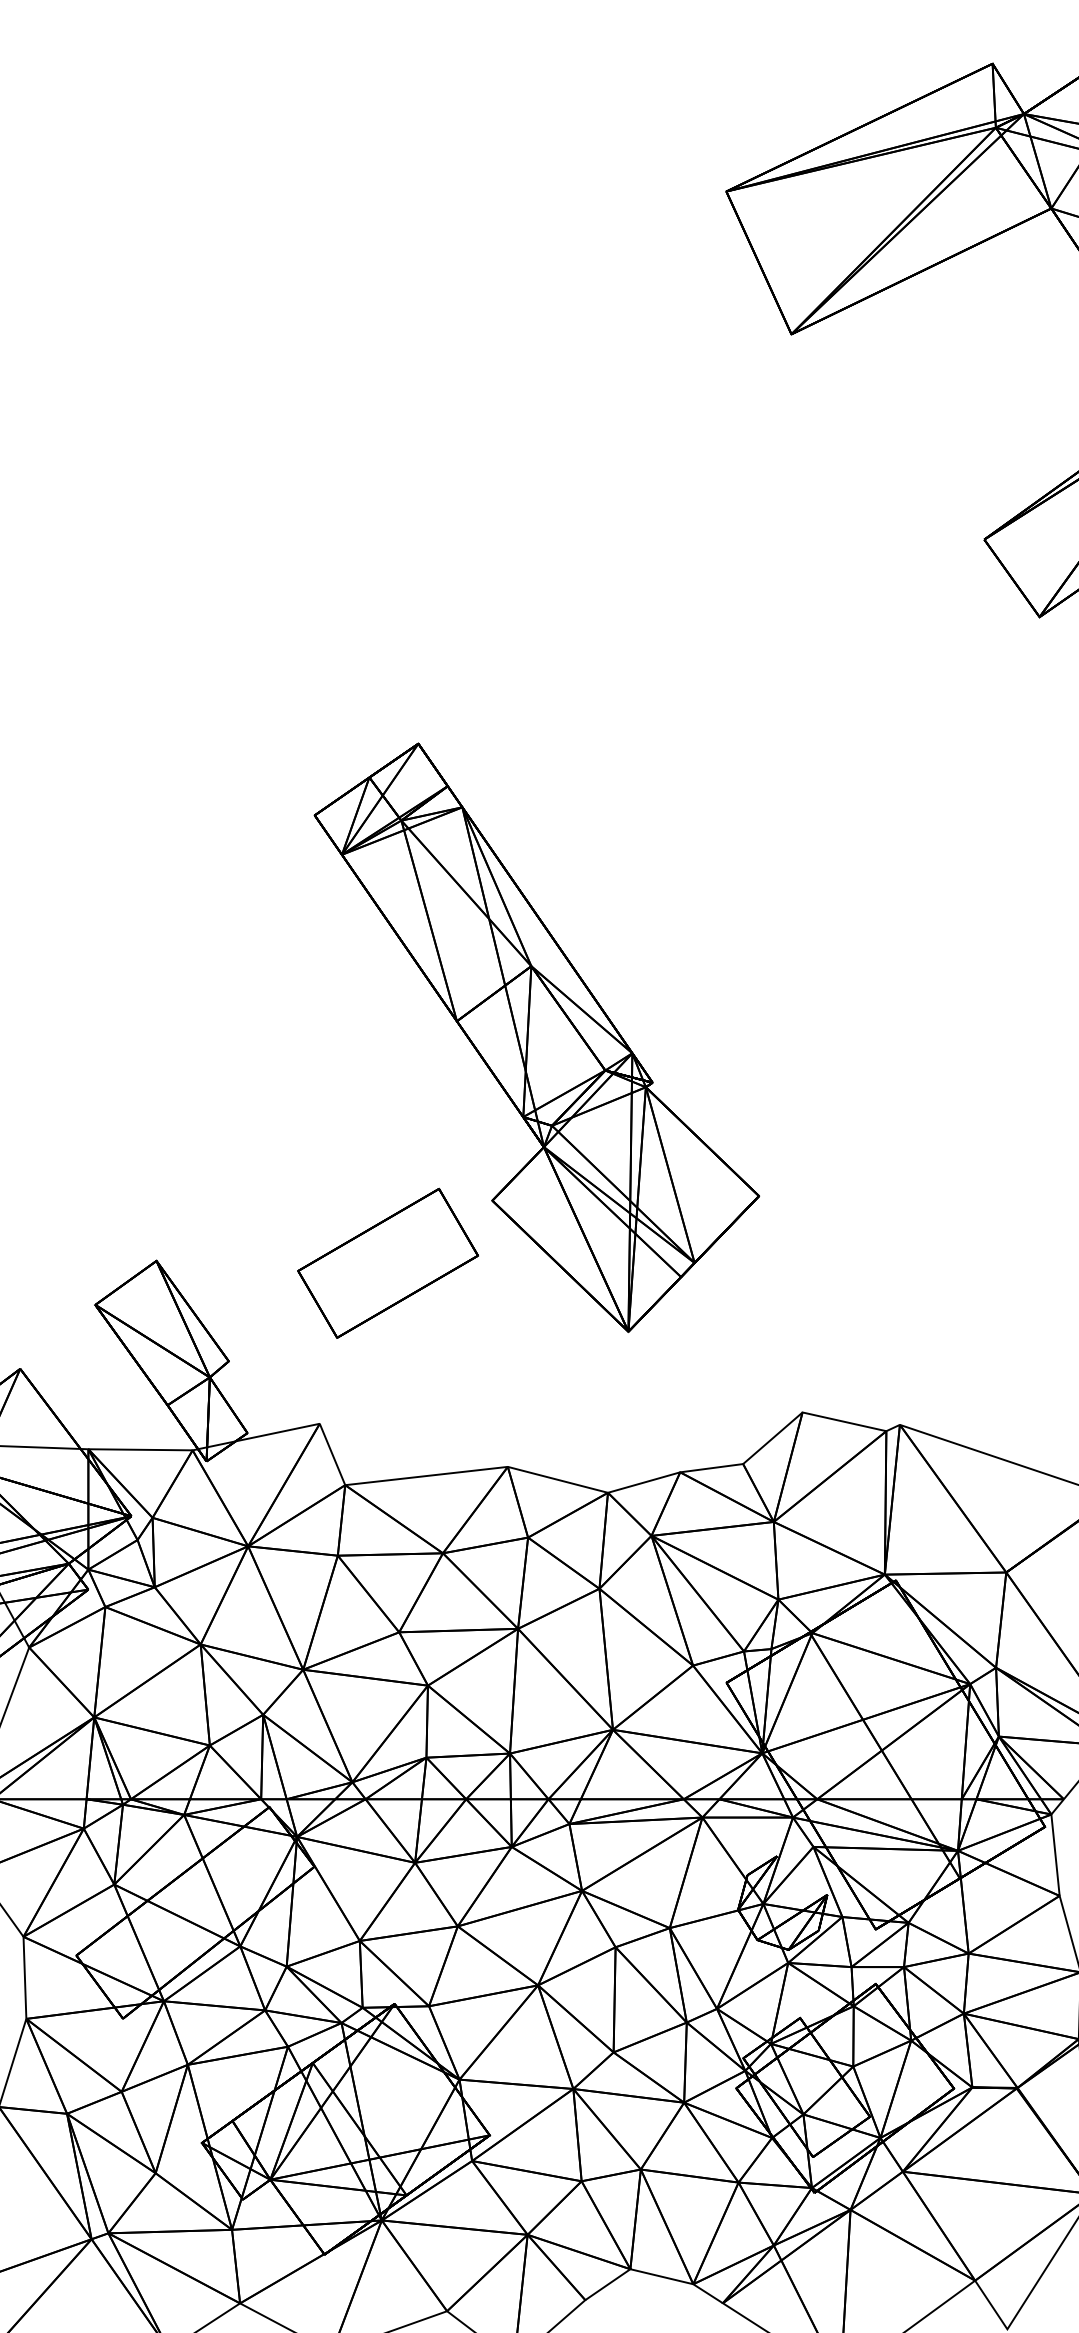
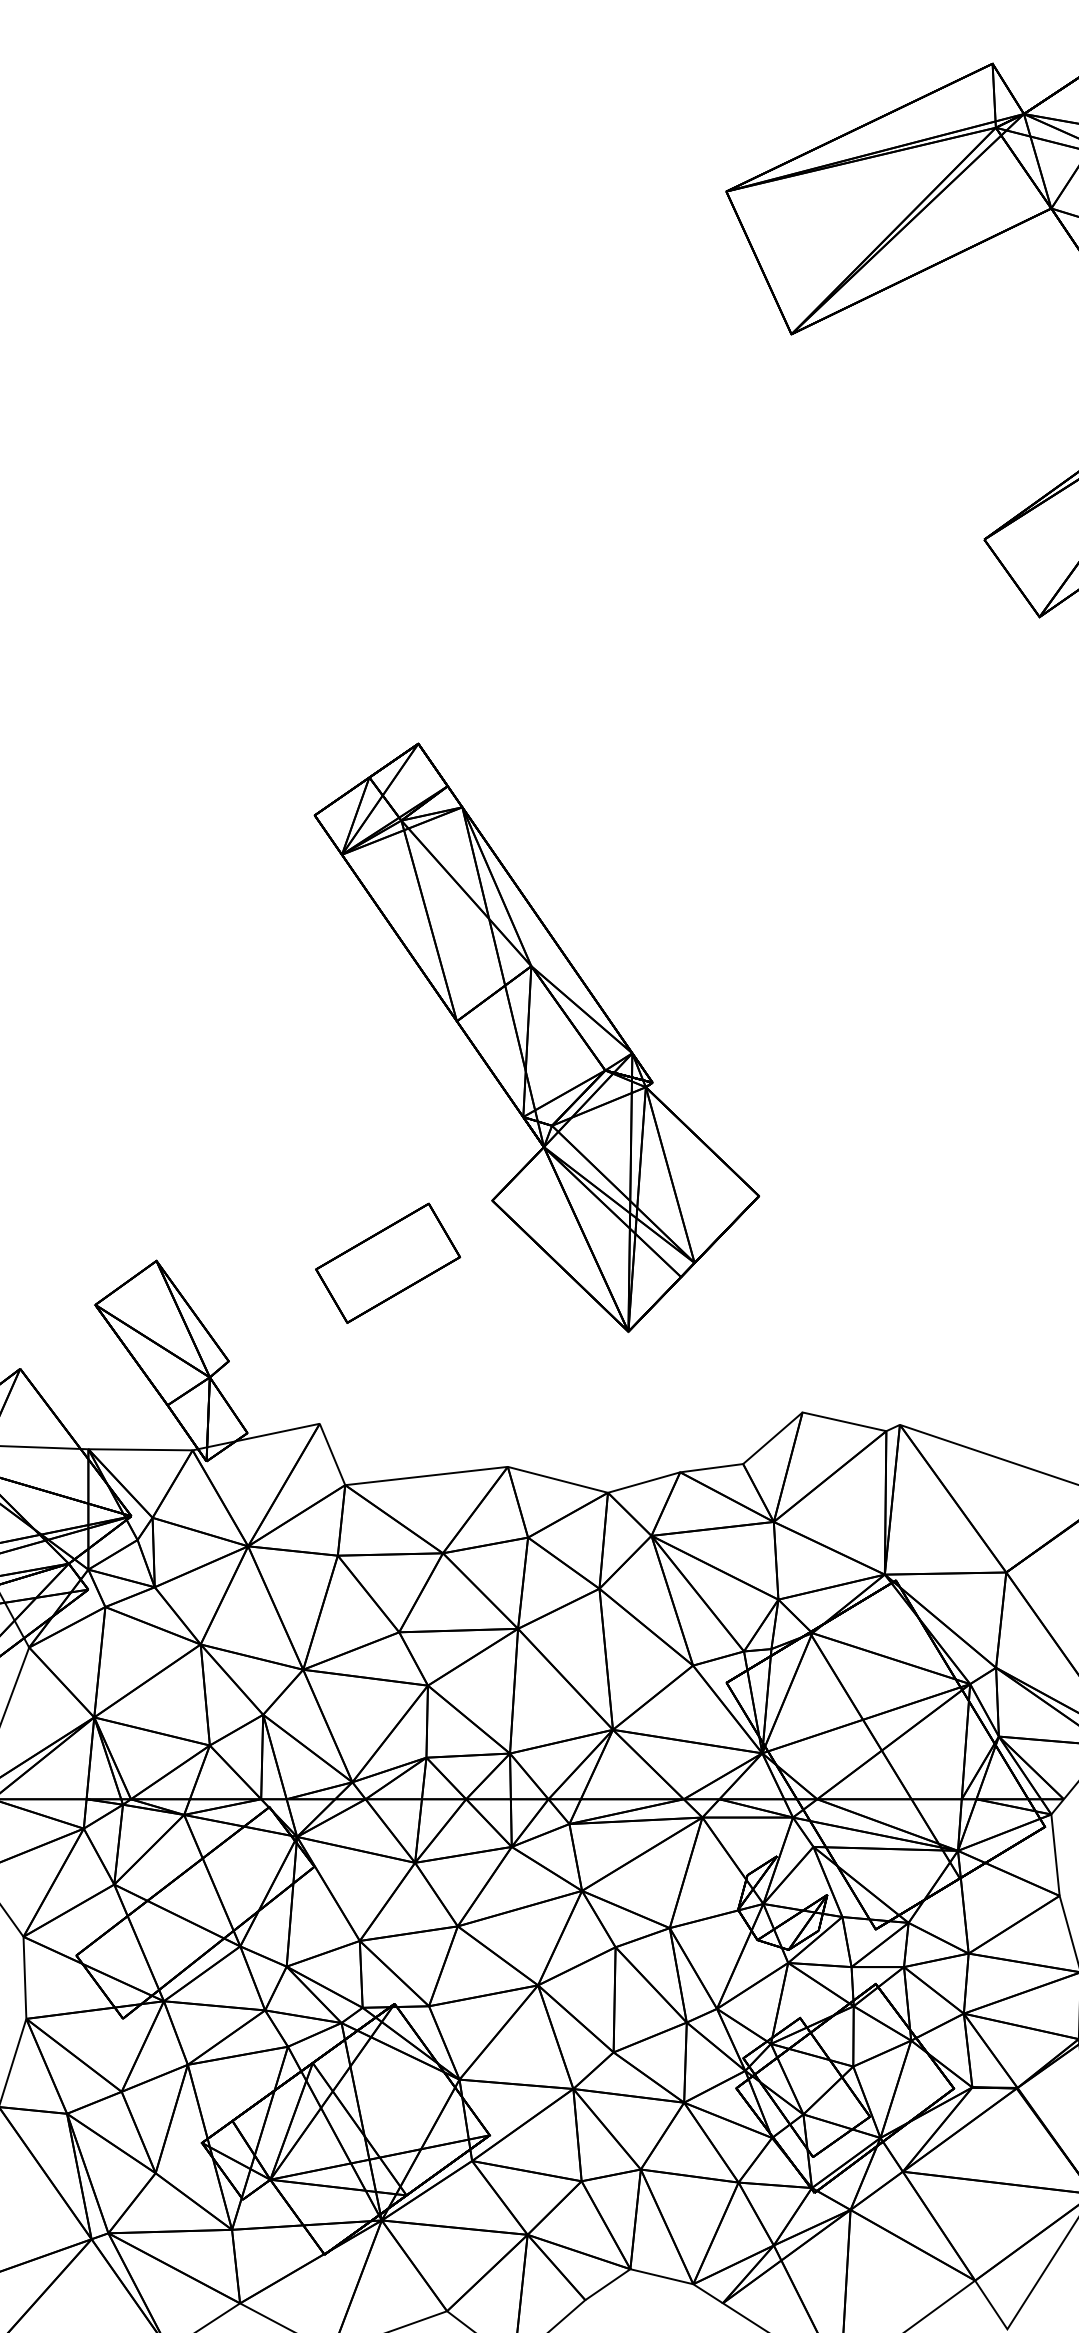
part at (387, 1262) size: 182x152 px -> 147x122 px
